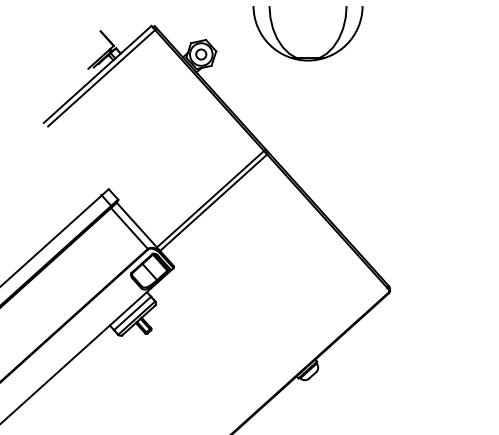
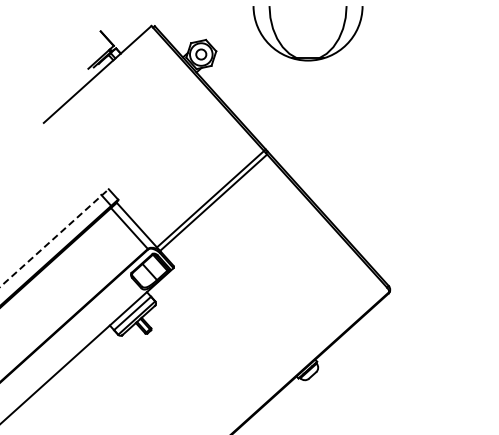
line at (102, 77): present -> none
line at (54, 238): solid -> dashed
